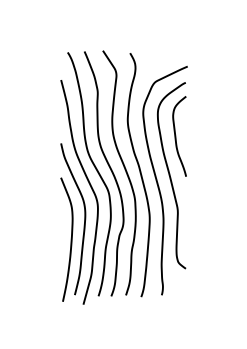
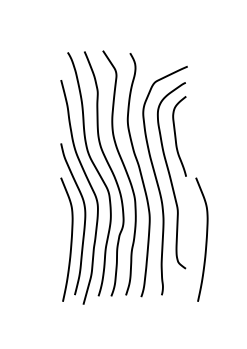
curve at (205, 239): none -> present
